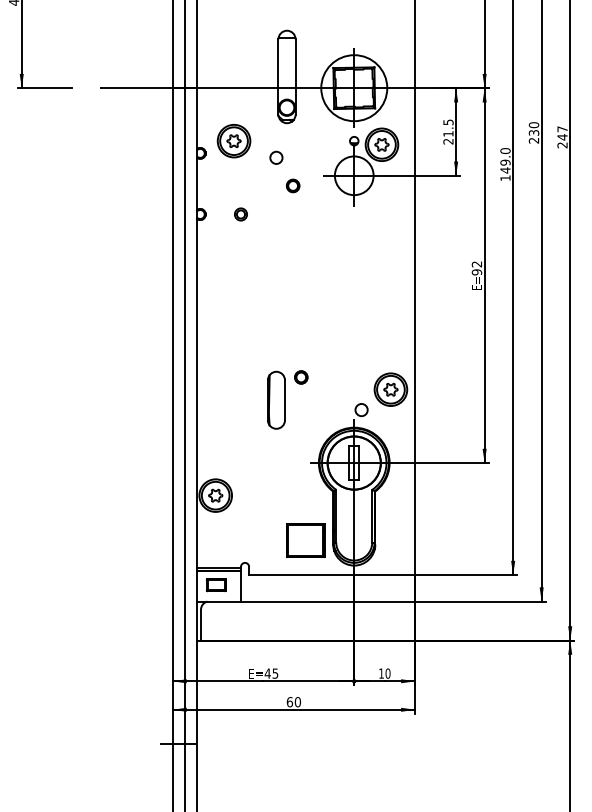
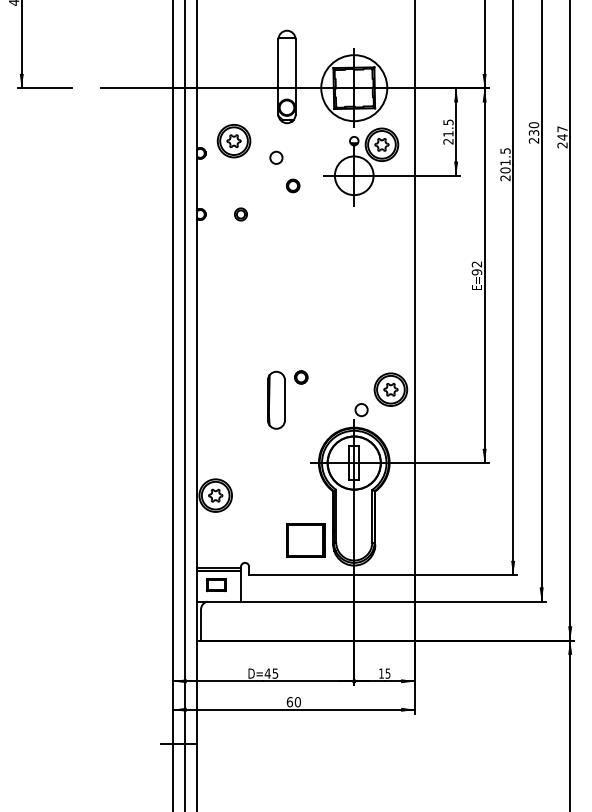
text at (505, 164): 149.0 -> 201.5
text at (255, 673): E= -> D=
text at (387, 673): 10 -> 15
